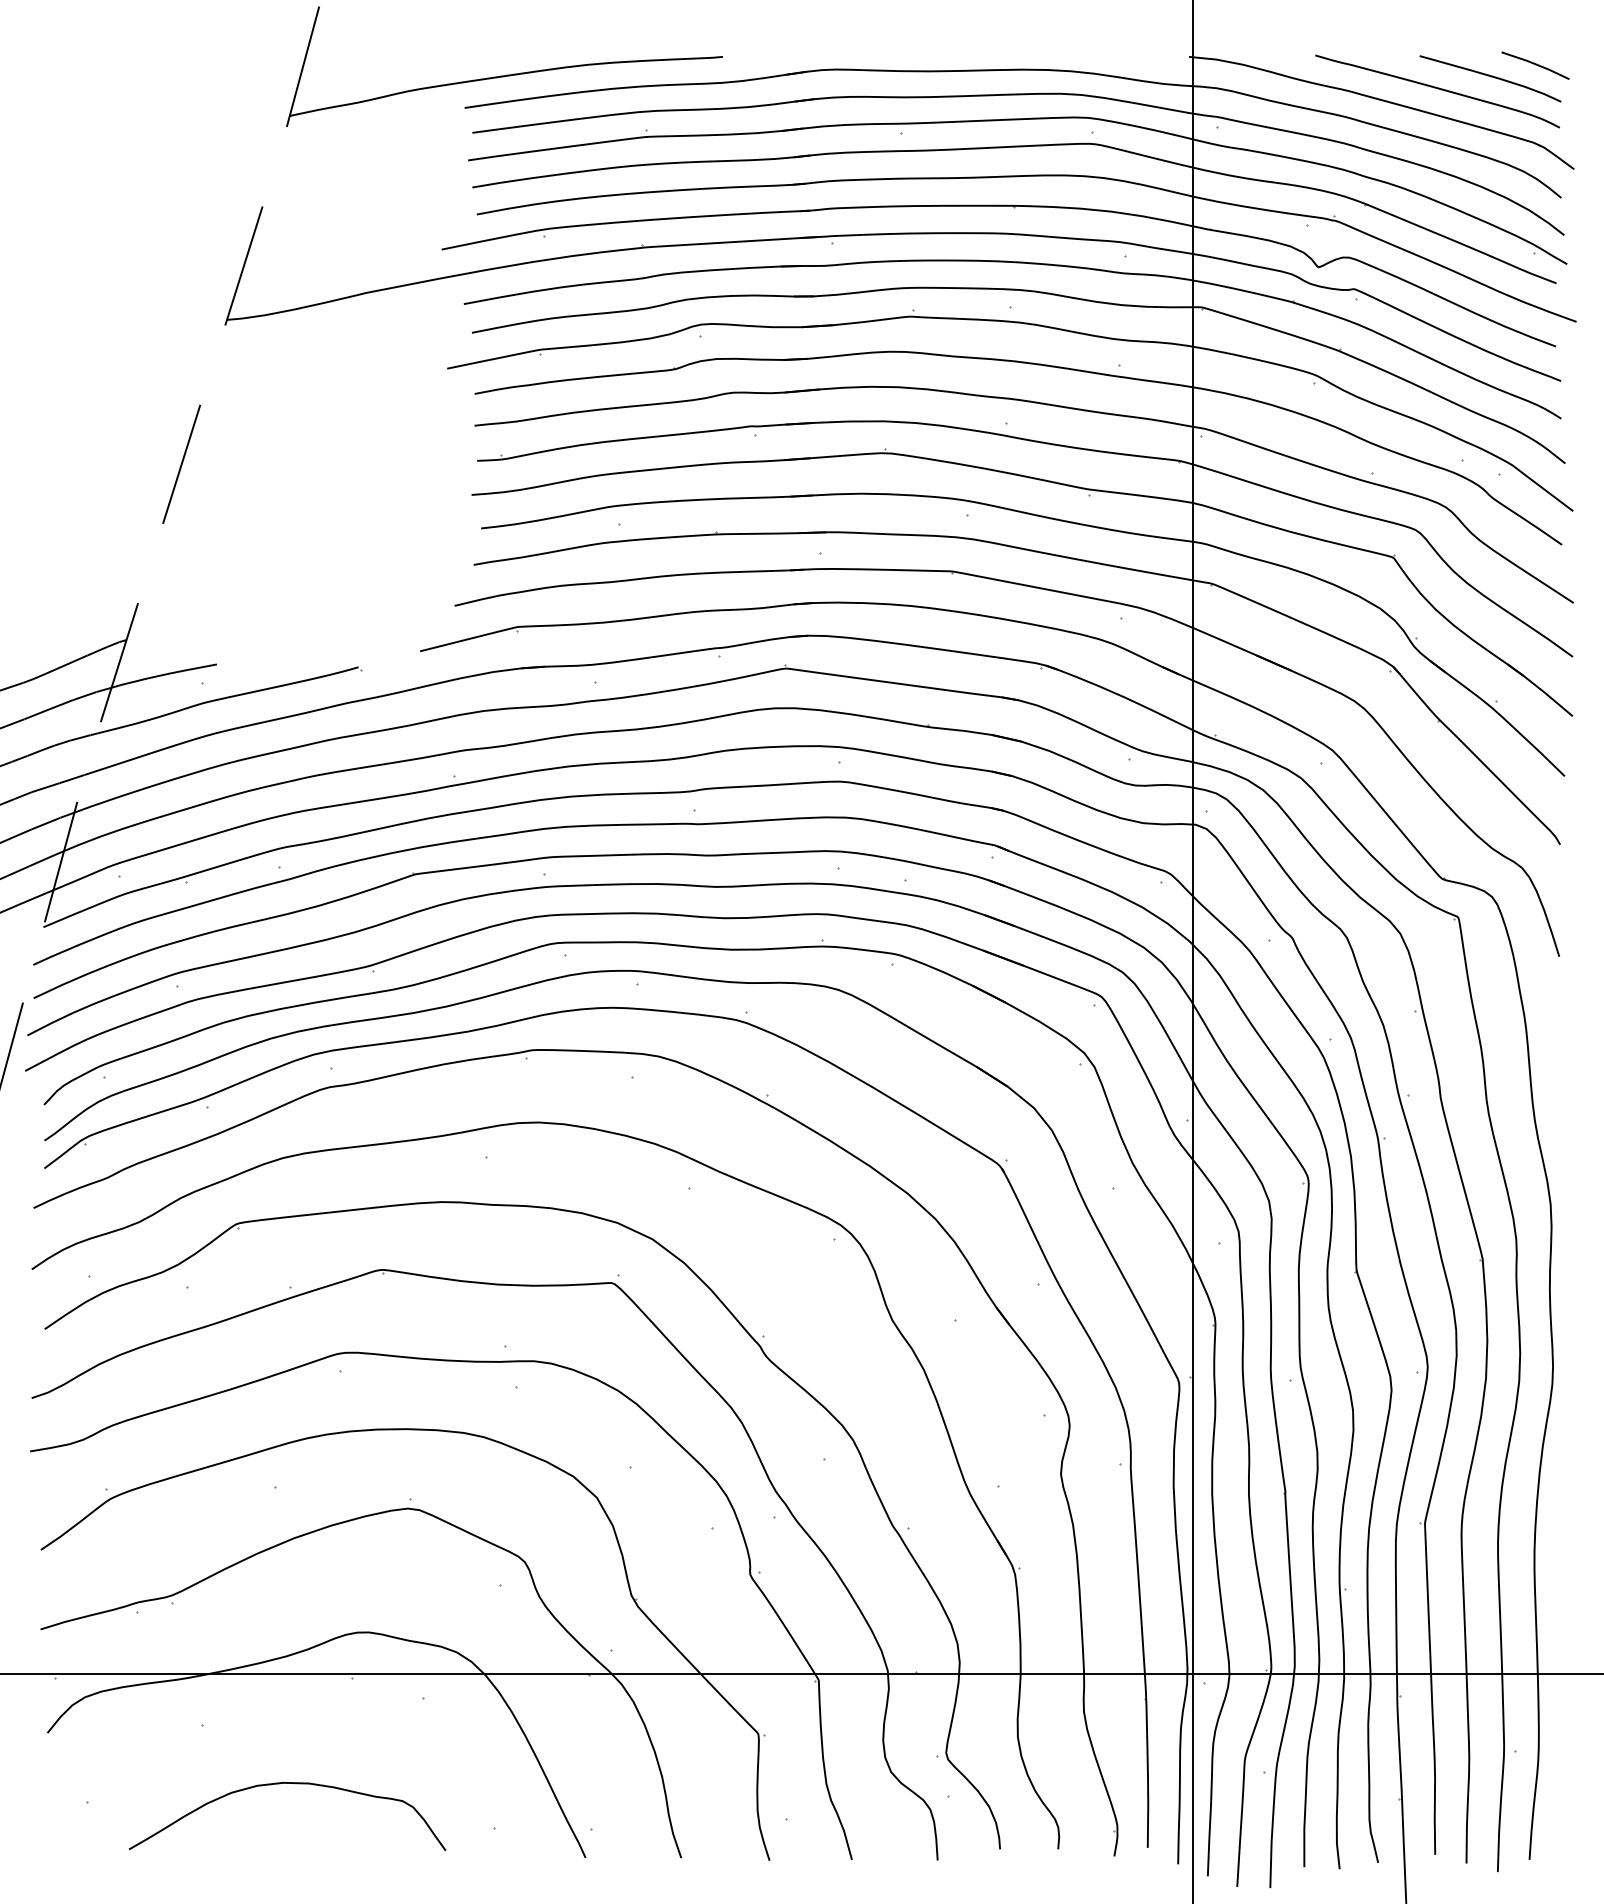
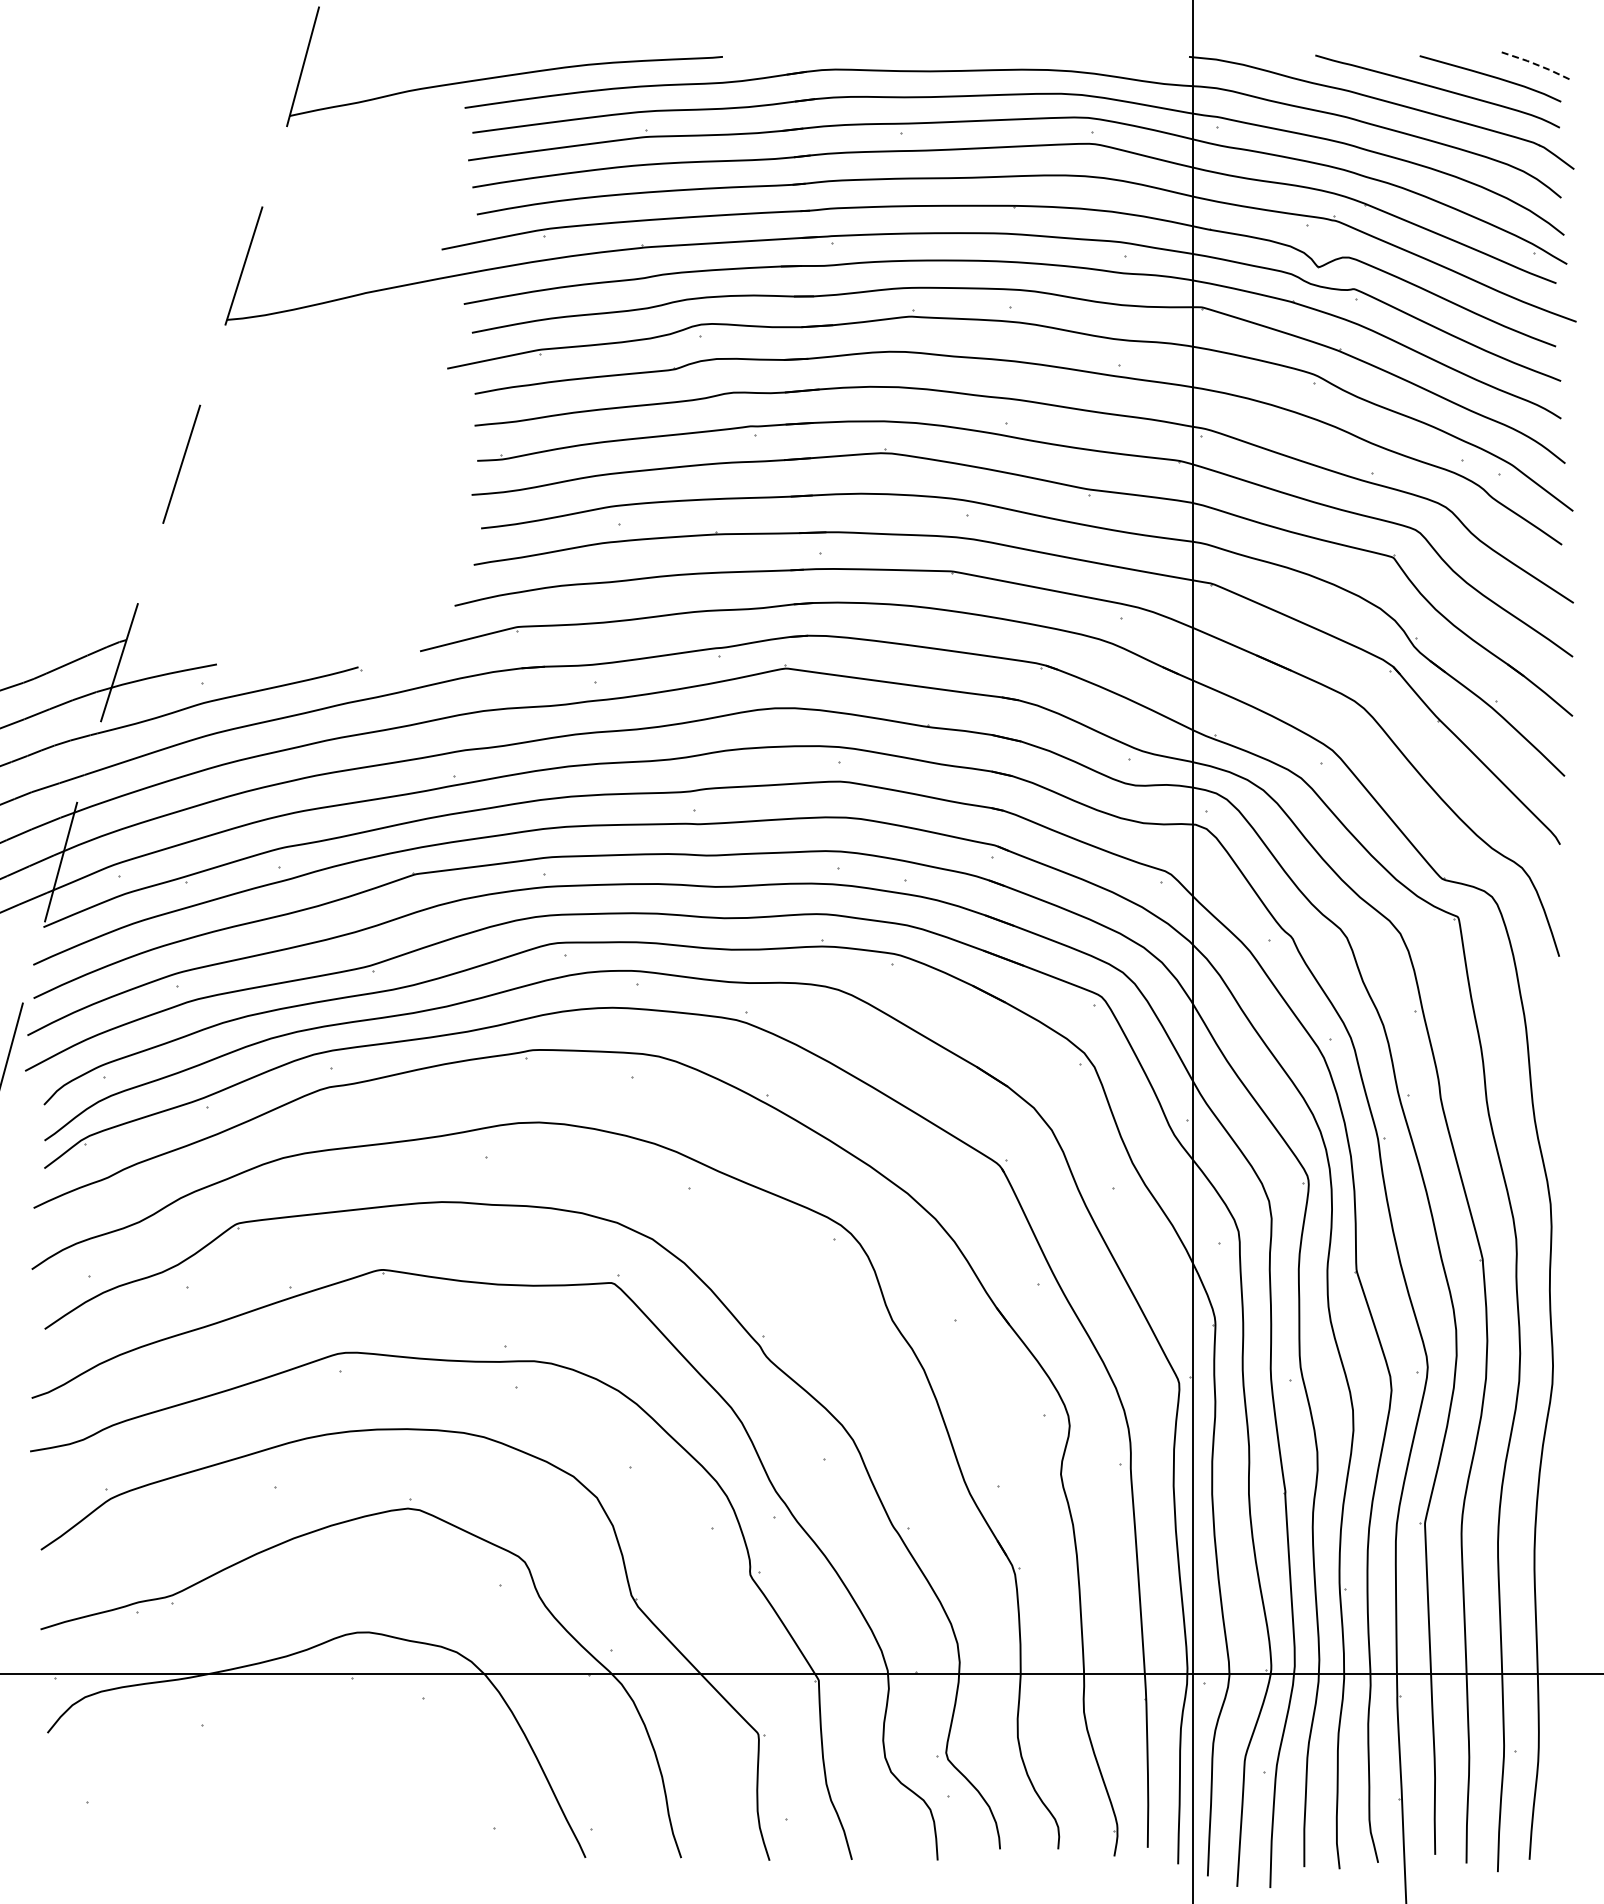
line at (1536, 64): solid -> dashed
curve at (287, 1783): present -> none
